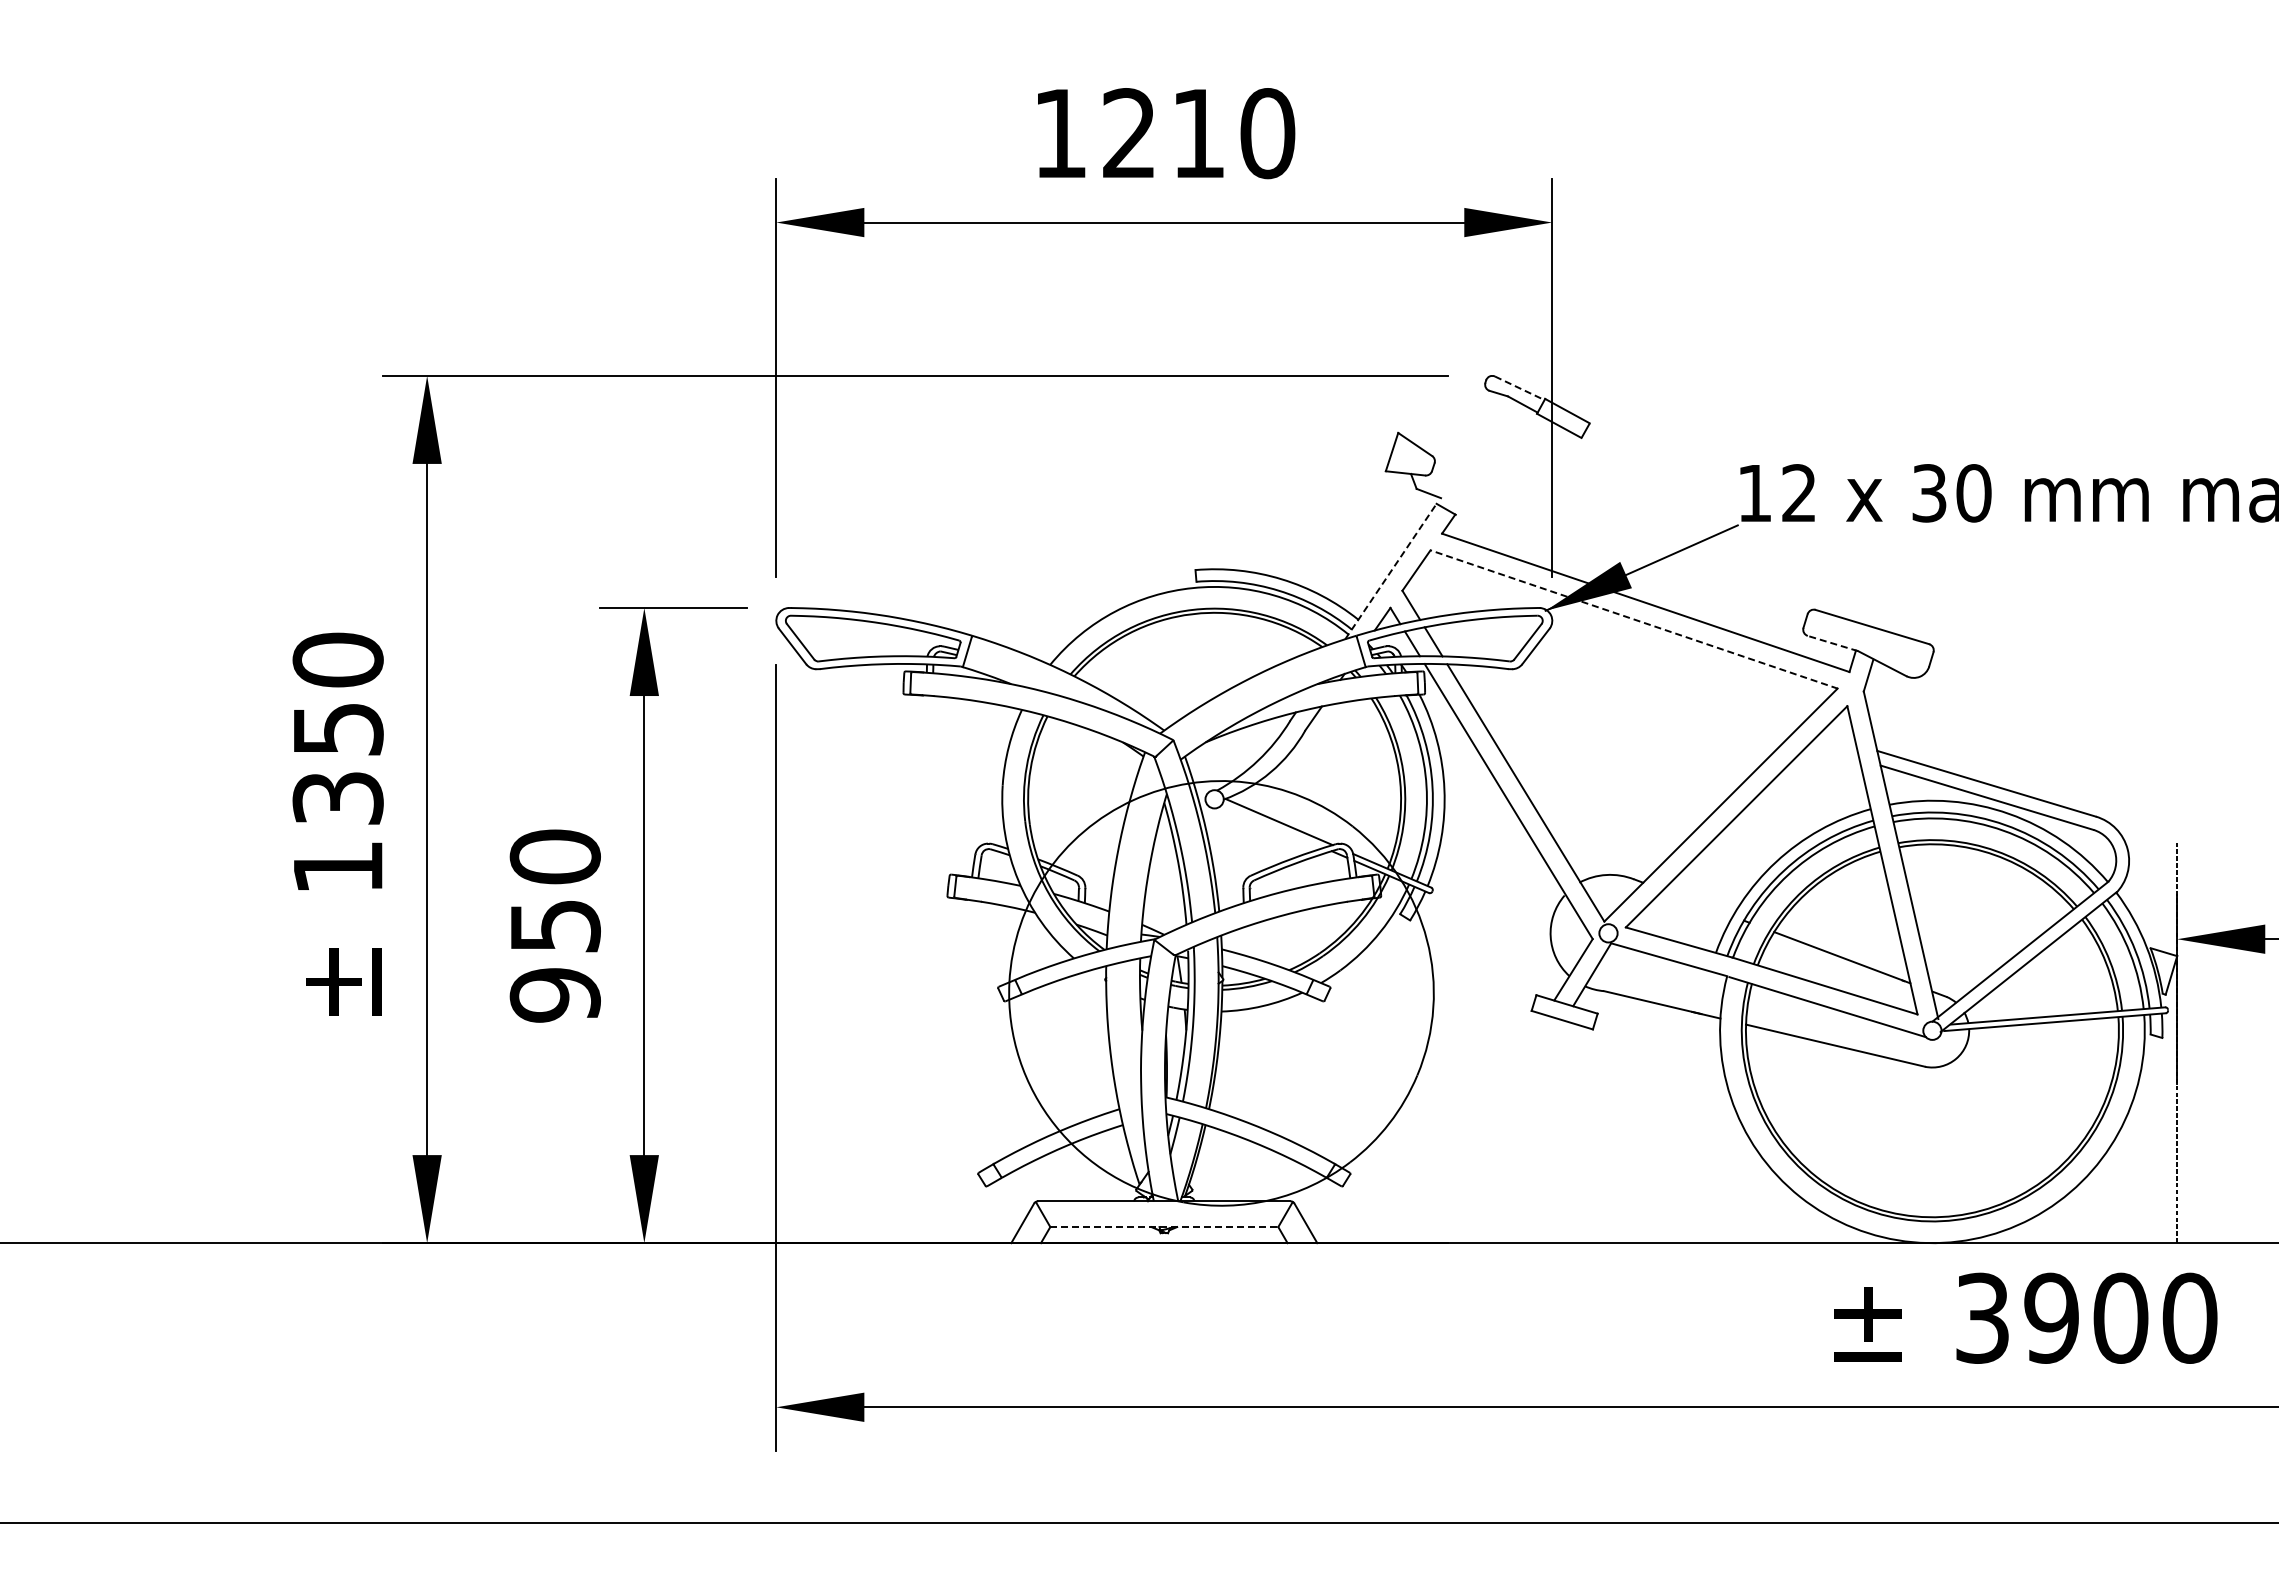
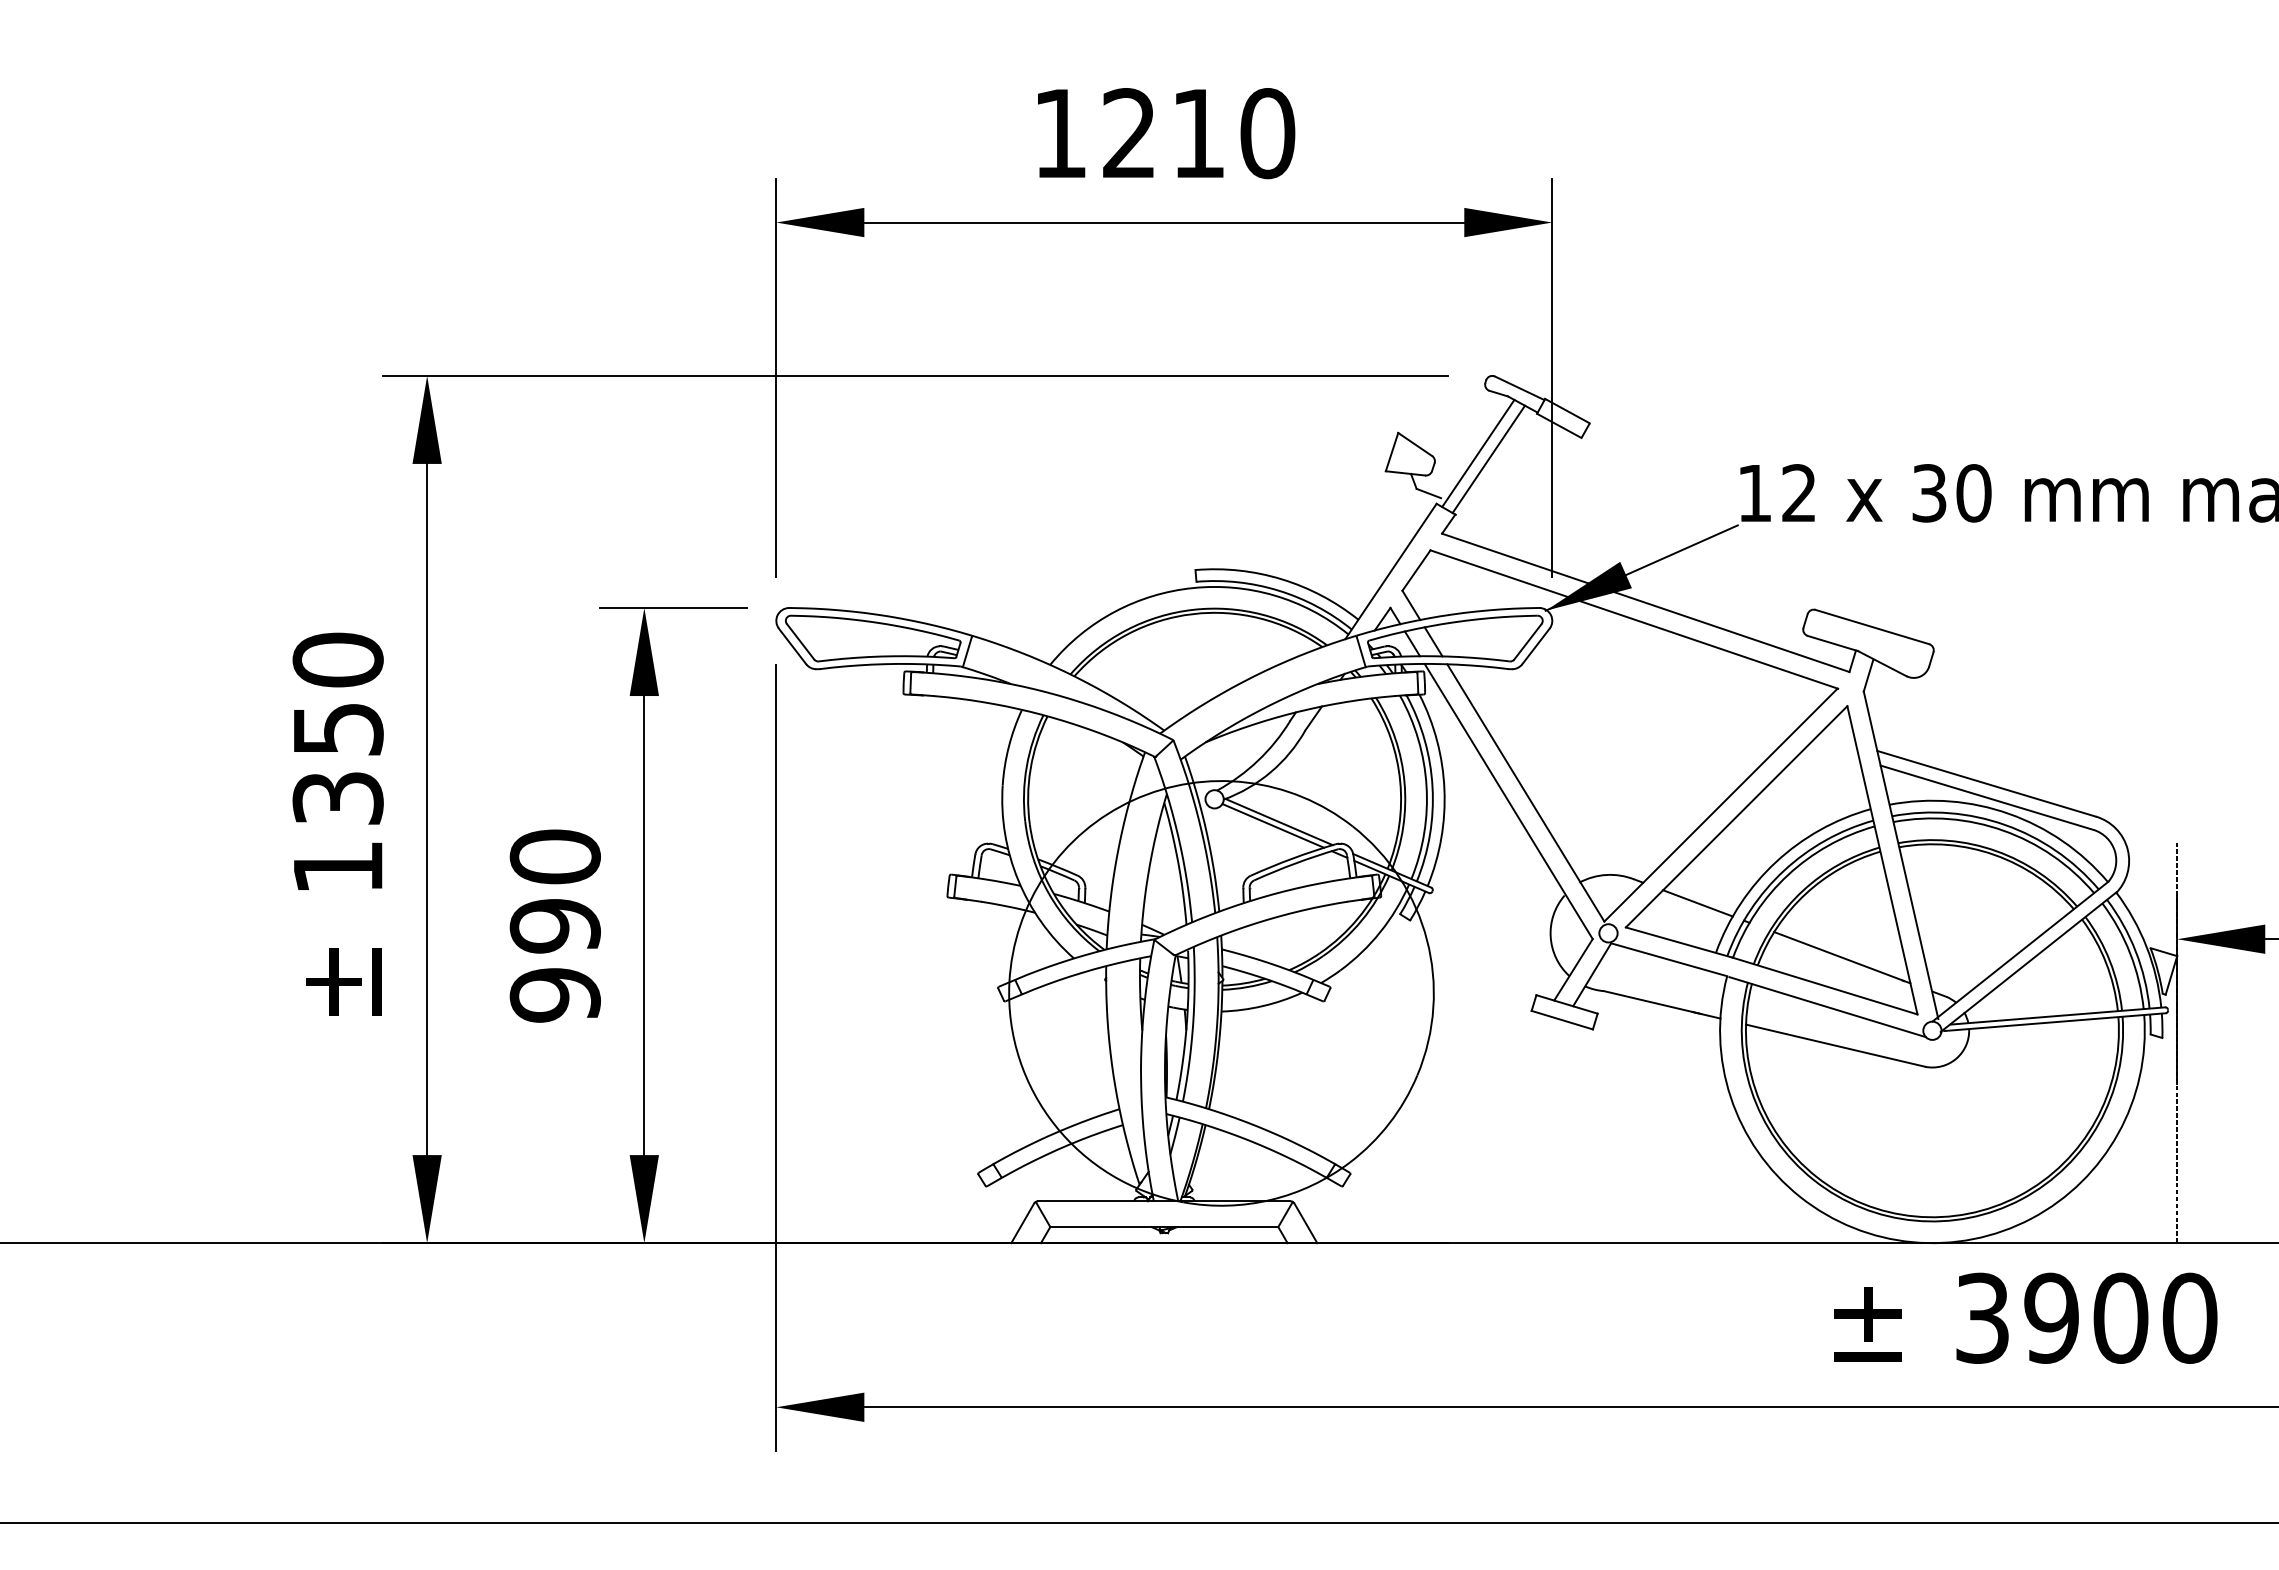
line at (1520, 388): dashed -> solid
line at (1478, 453): none -> present
line at (1488, 459): none -> present
line at (1390, 571): dashed -> solid
line at (1633, 619): dashed -> solid
line at (1832, 643): dashed -> solid
line at (1273, 825): none -> present
line at (1697, 903): none -> present
text at (554, 926): 950 -> 990
line at (1164, 1227): dashed -> solid
